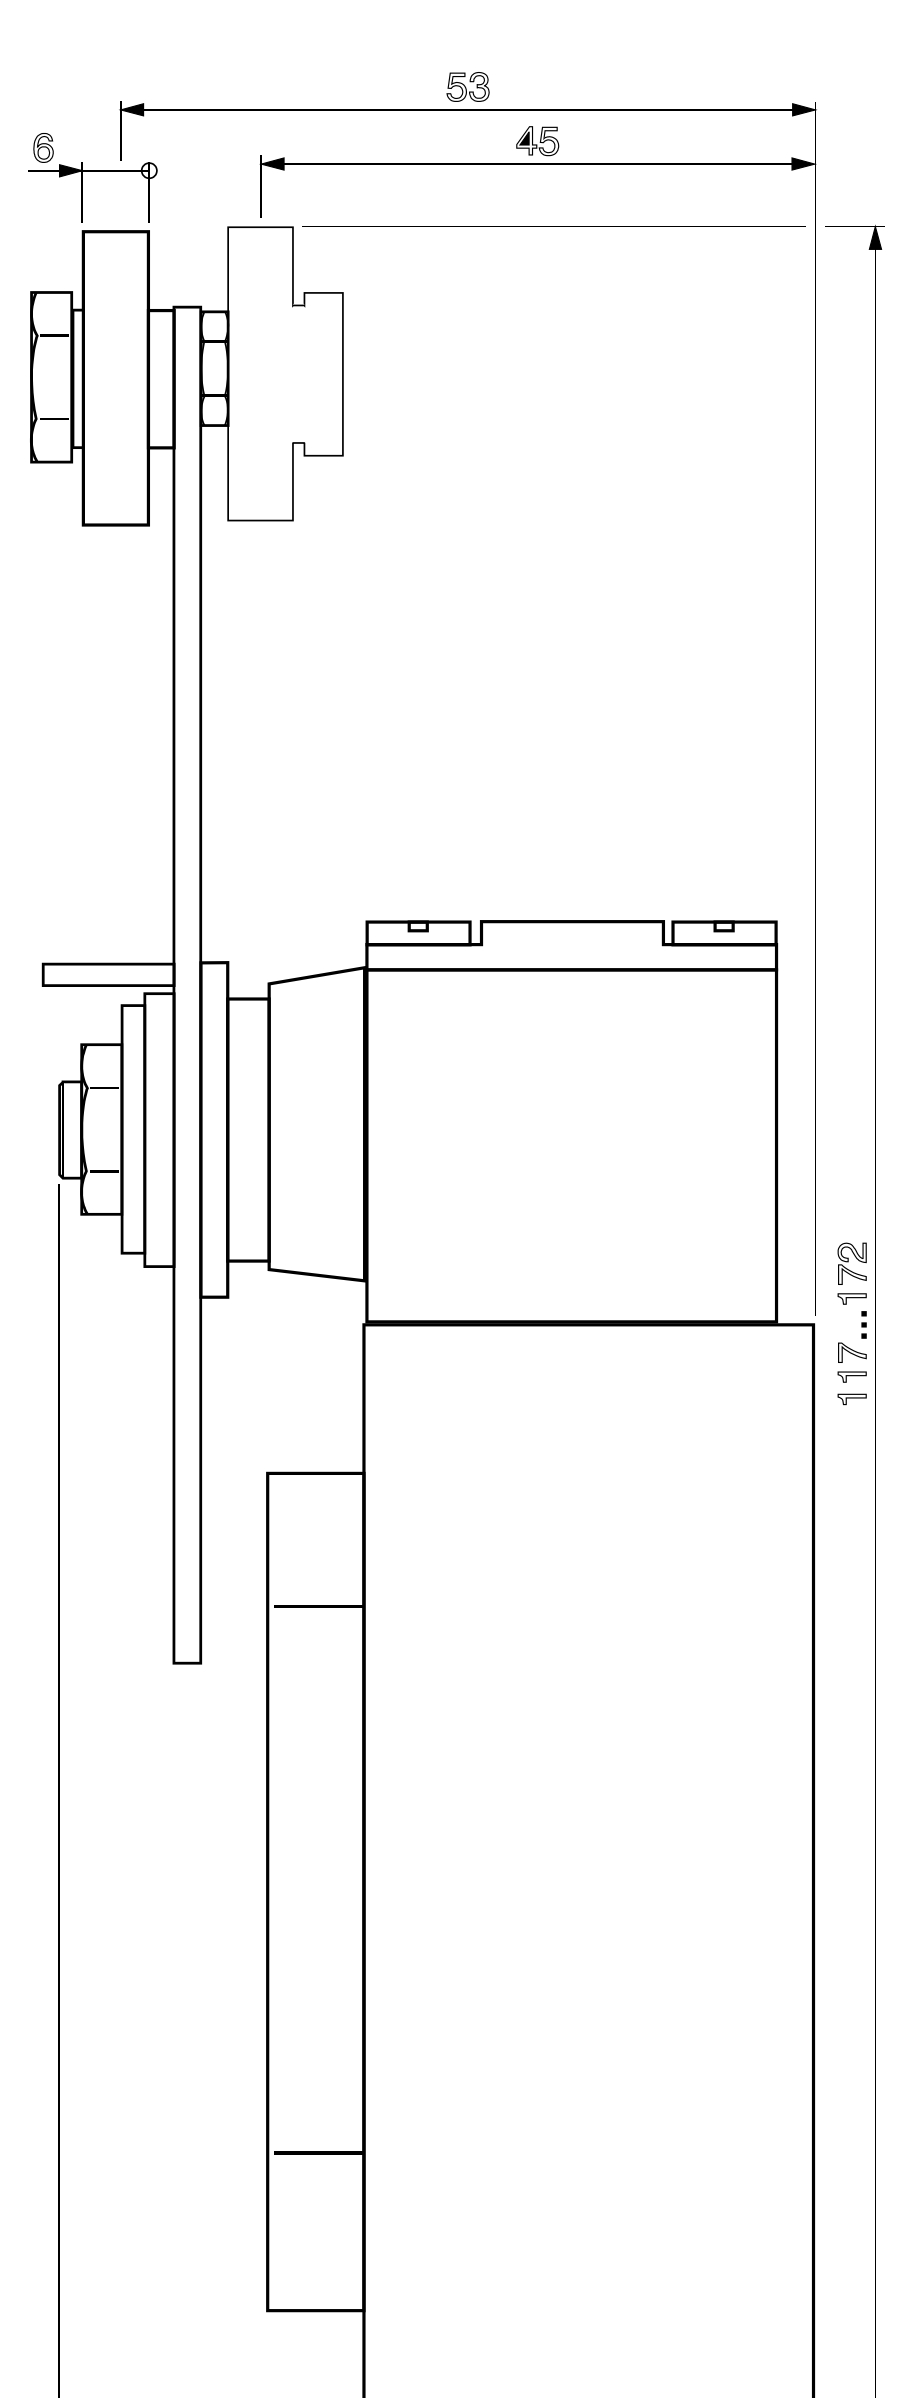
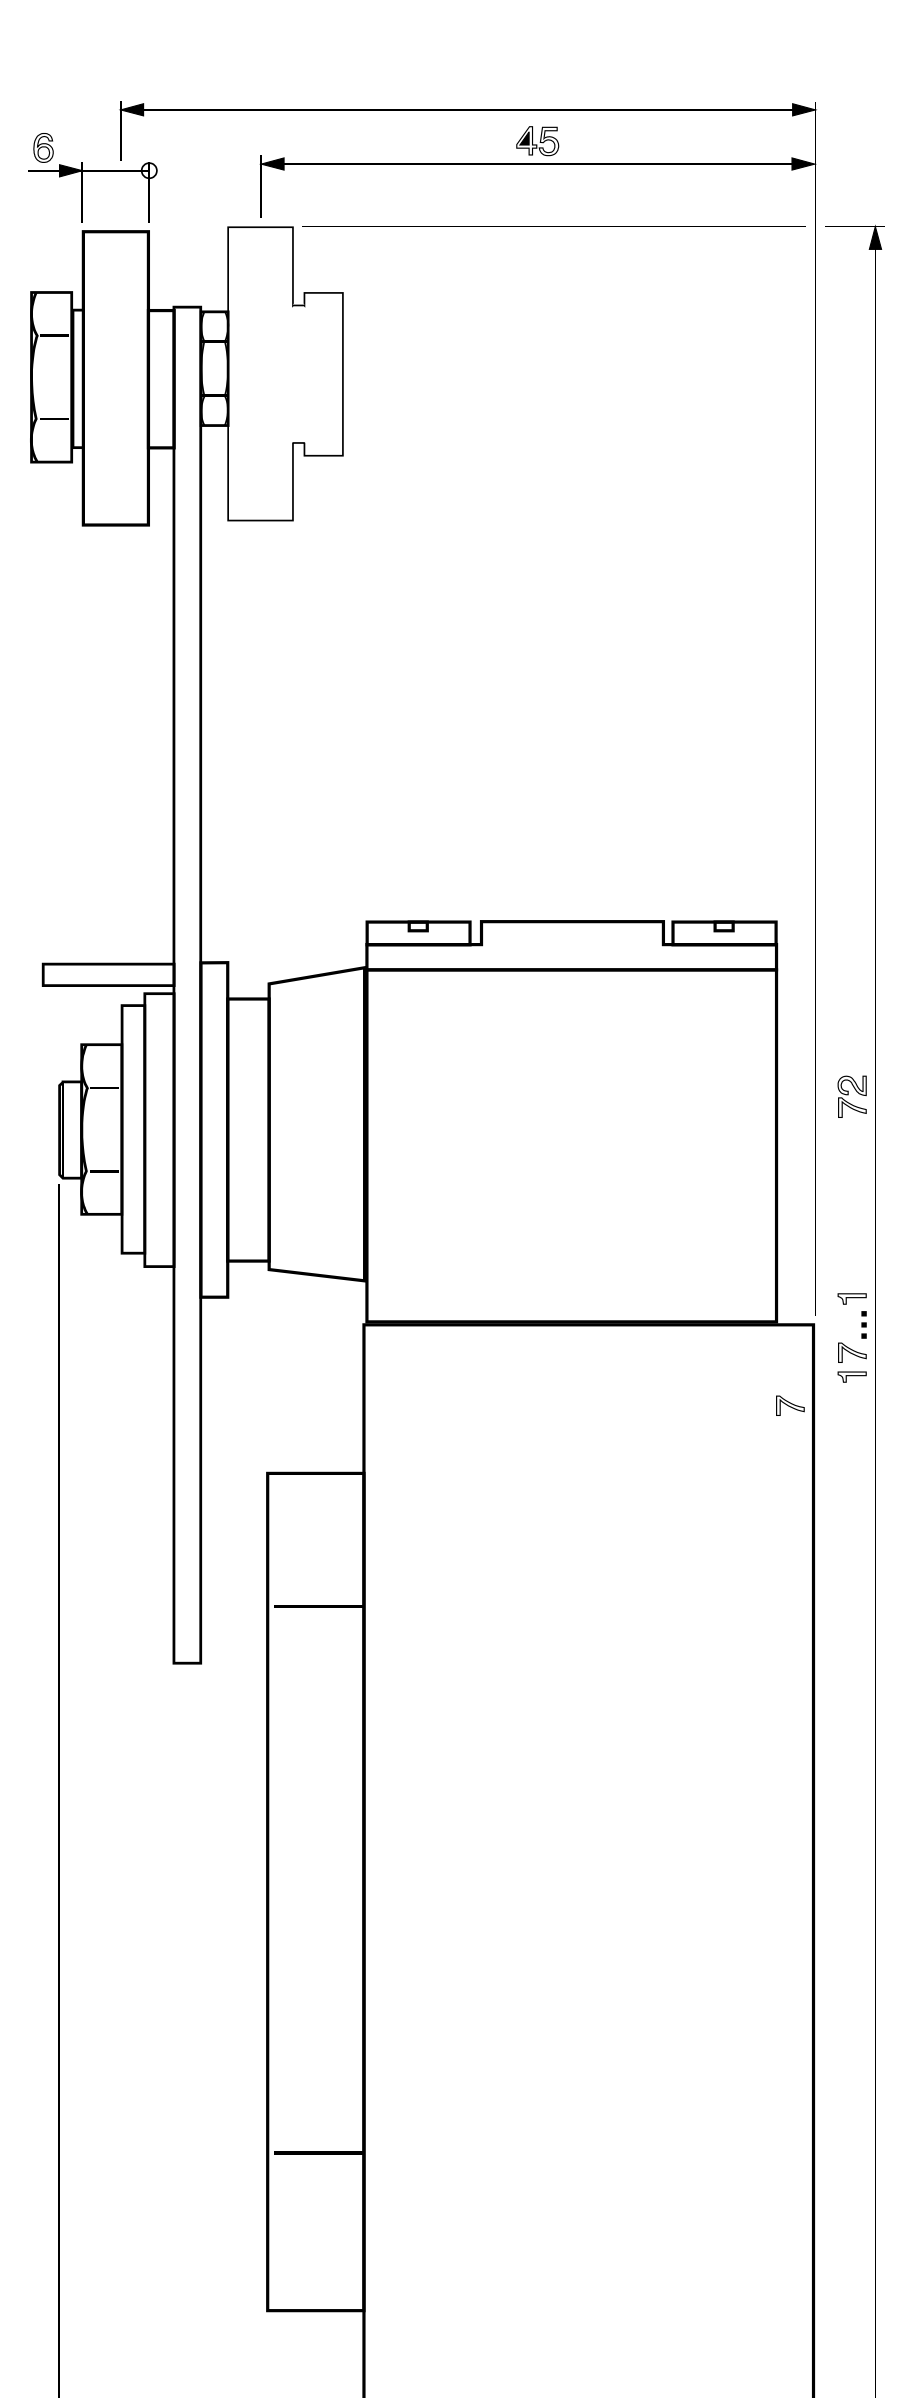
part at (467, 86): present -> none
part at (851, 1263) position: (851, 1263) -> (851, 1096)
part at (851, 1399): present -> none
part at (790, 1405): none -> present
